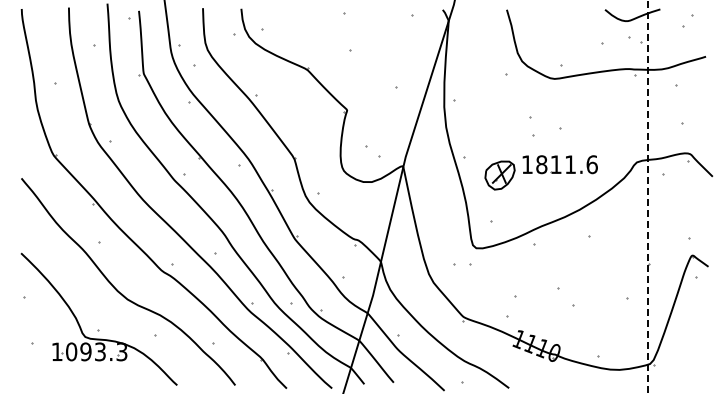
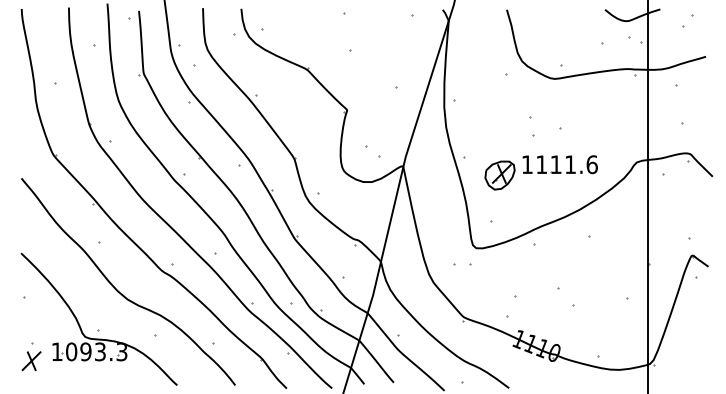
text at (541, 164): 1811.6 -> 1111.6
line at (647, 197): dashed -> solid
part at (31, 361): none -> present
